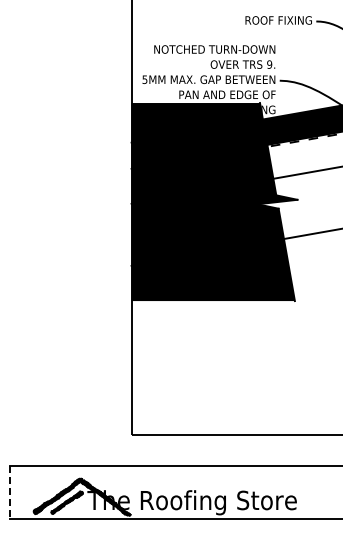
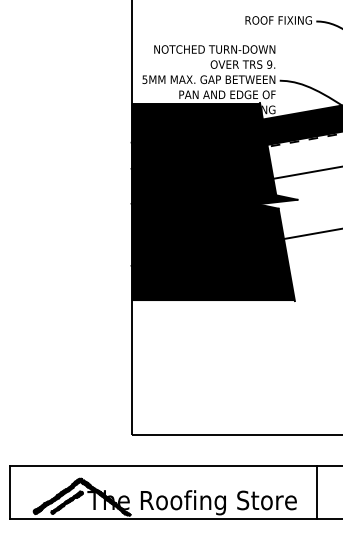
line at (317, 491): none -> present
line at (10, 492): dashed -> solid
